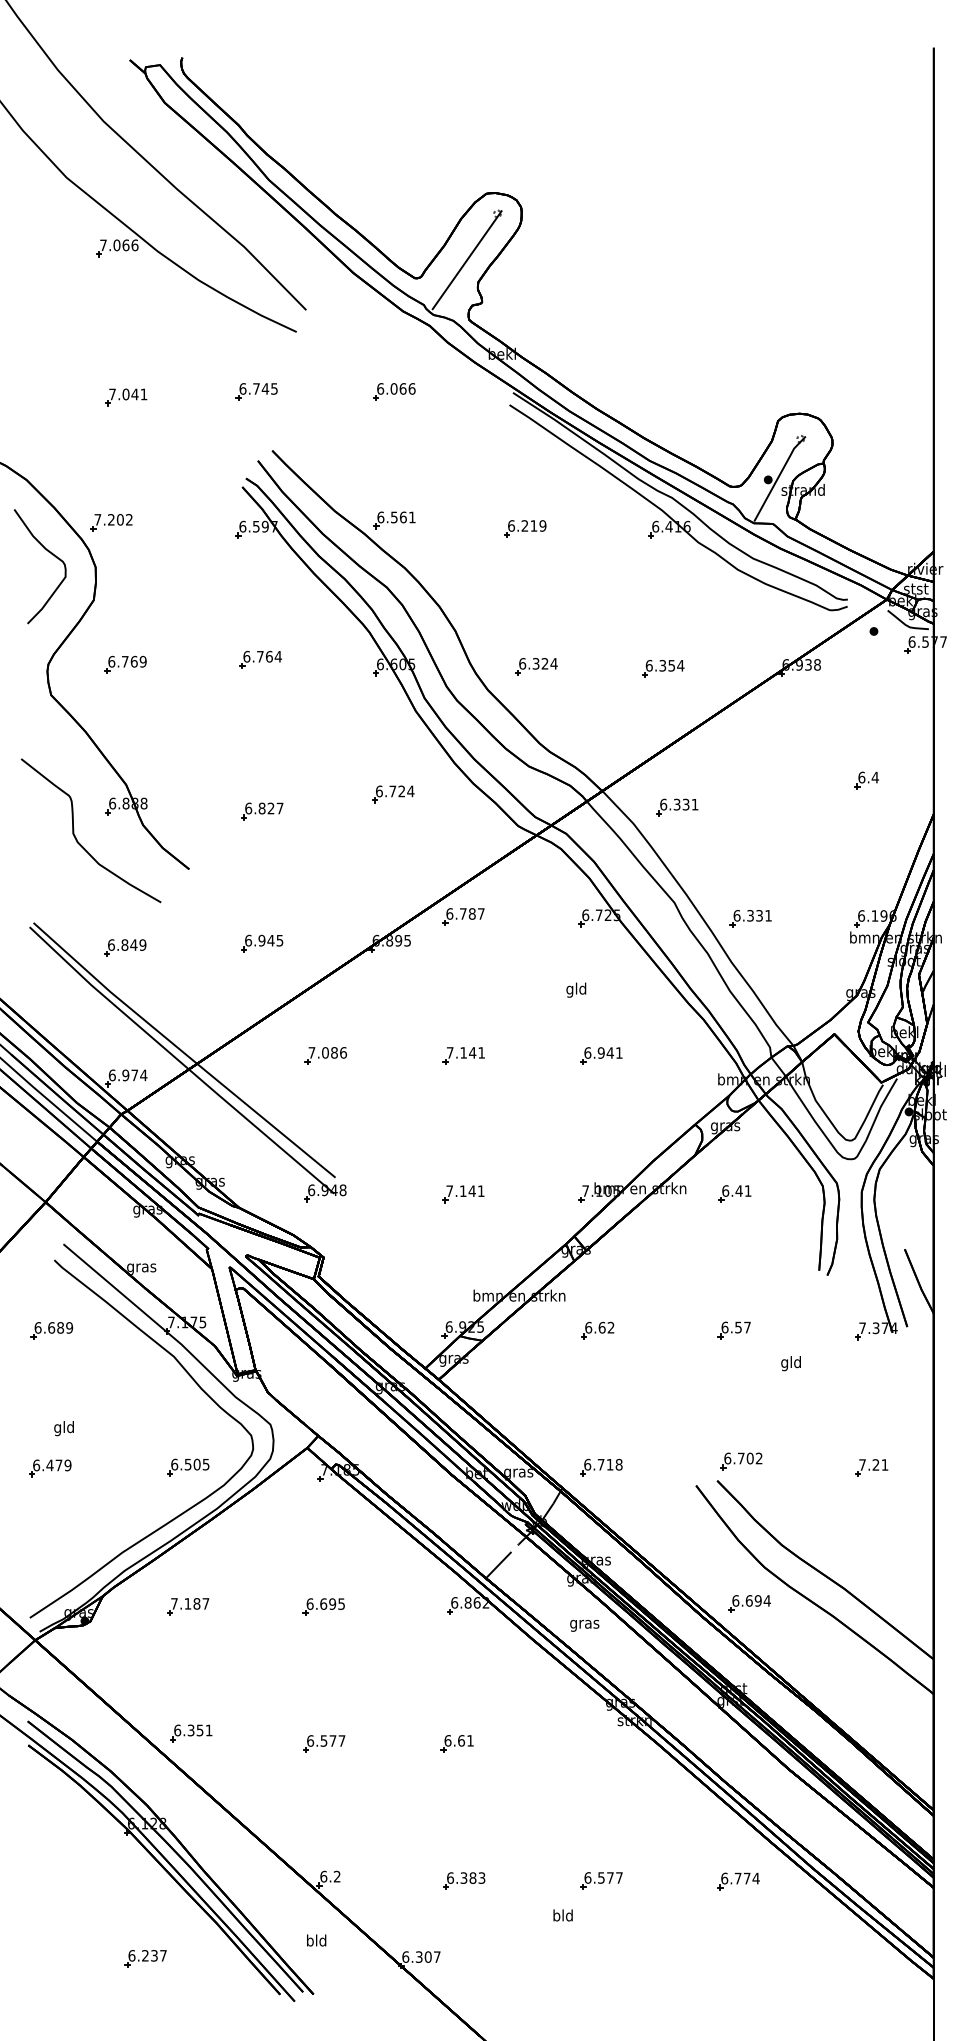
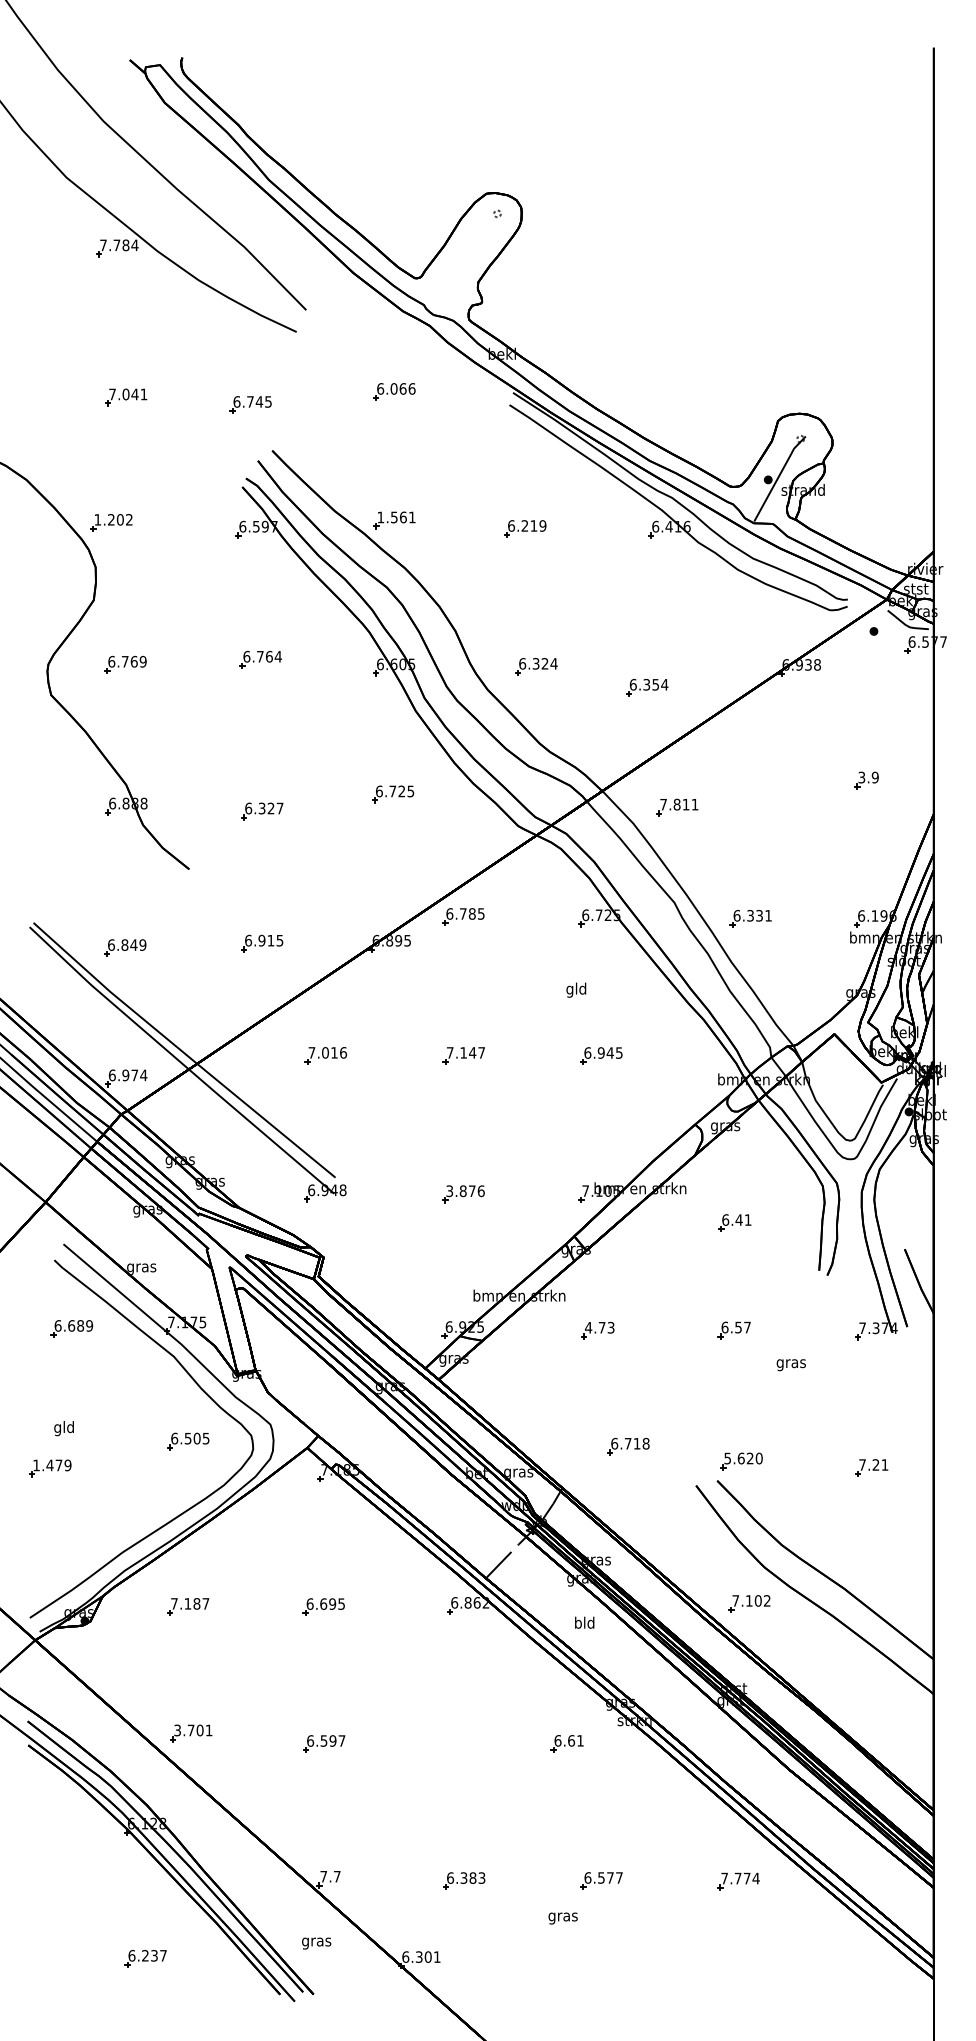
text at (125, 245): 7.066 -> 7.784
line at (466, 260): present -> none
part at (256, 391) position: (256, 391) -> (250, 404)
text at (380, 517): 6.561 -> 1.561
text at (97, 519): 7.202 -> 1.202
curve at (48, 552): present -> none
part at (663, 668) position: (663, 668) -> (647, 687)
text at (868, 777): 6.4 -> 3.9
text at (410, 791): 6.724 -> 6.725
text at (674, 804): 6.331 -> 7.811
text at (261, 808): 6.827 -> 6.327
curve at (76, 837): present -> none
text at (481, 913): 6.787 -> 6.785
text at (270, 940): 6.945 -> 6.915
text at (334, 1052): 7.086 -> 7.016
text at (481, 1052): 7.141 -> 7.147
text at (619, 1052): 6.941 -> 6.945
text at (465, 1191): 7.141 -> 3.876
part at (734, 1193) position: (734, 1193) -> (734, 1222)
text at (599, 1327): 6.62 -> 4.73
part at (51, 1330) position: (51, 1330) -> (71, 1328)
text at (790, 1363): gld -> gras
text at (743, 1458): 6.702 -> 5.620
text at (36, 1465): 6.479 -> 1.479
part at (188, 1467) position: (188, 1467) -> (188, 1441)
part at (601, 1467) position: (601, 1467) -> (628, 1446)
text at (751, 1600): 6.694 -> 7.102
text at (584, 1623): gras -> bld
text at (188, 1730): 6.351 -> 3.701
text at (332, 1740): 6.577 -> 6.597
part at (456, 1743) position: (456, 1743) -> (566, 1743)
text at (330, 1876): 6.2 -> 7.7
text at (724, 1878): 6.774 -> 7.774
text at (562, 1916): bld -> gras
text at (316, 1941): bld -> gras
text at (437, 1956): 6.307 -> 6.301
